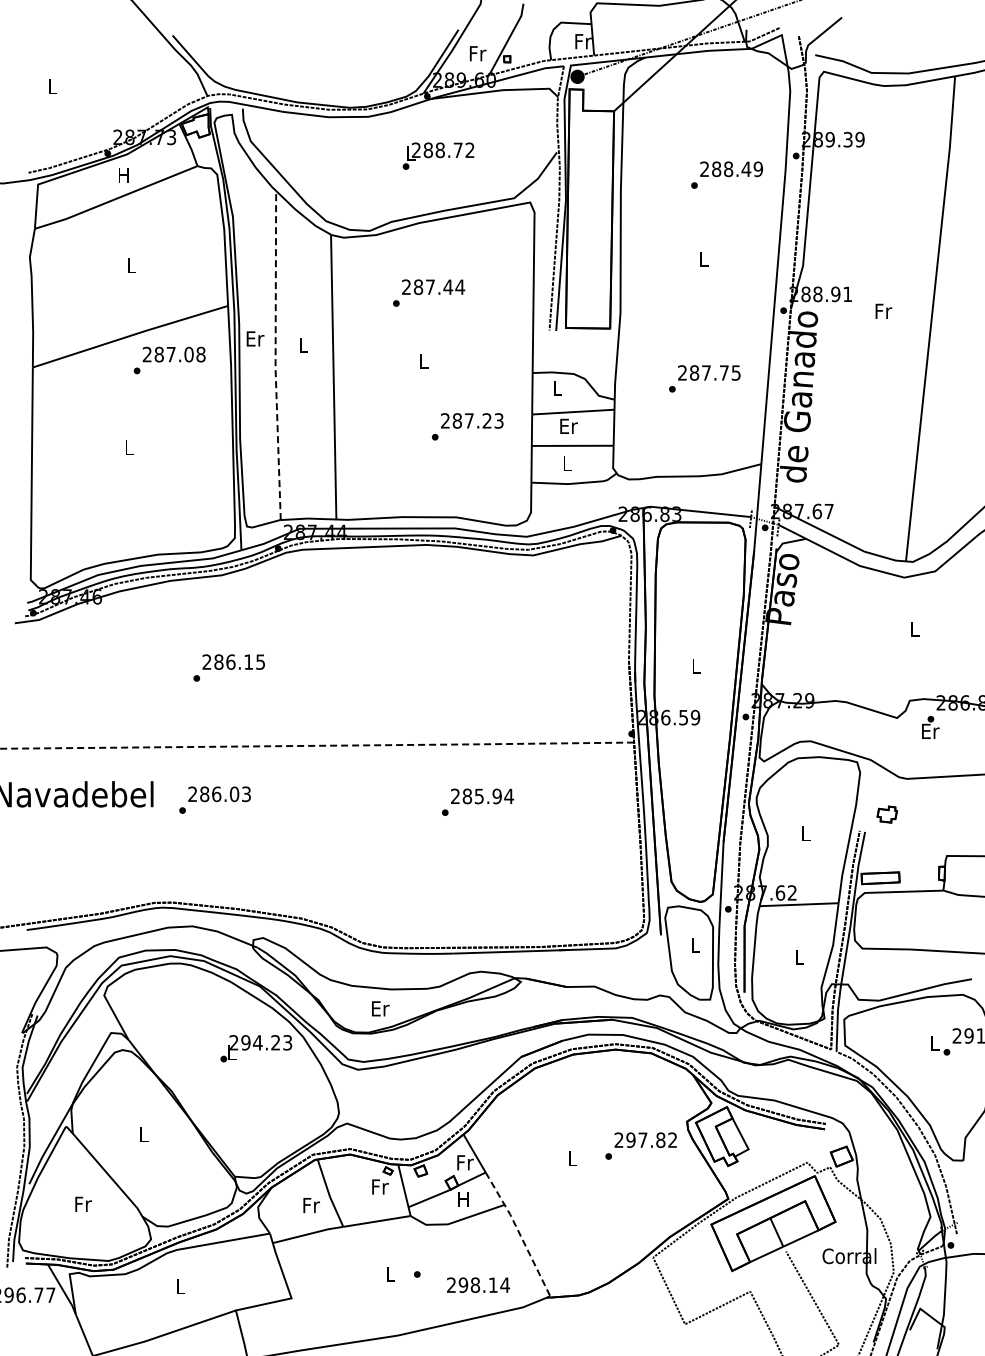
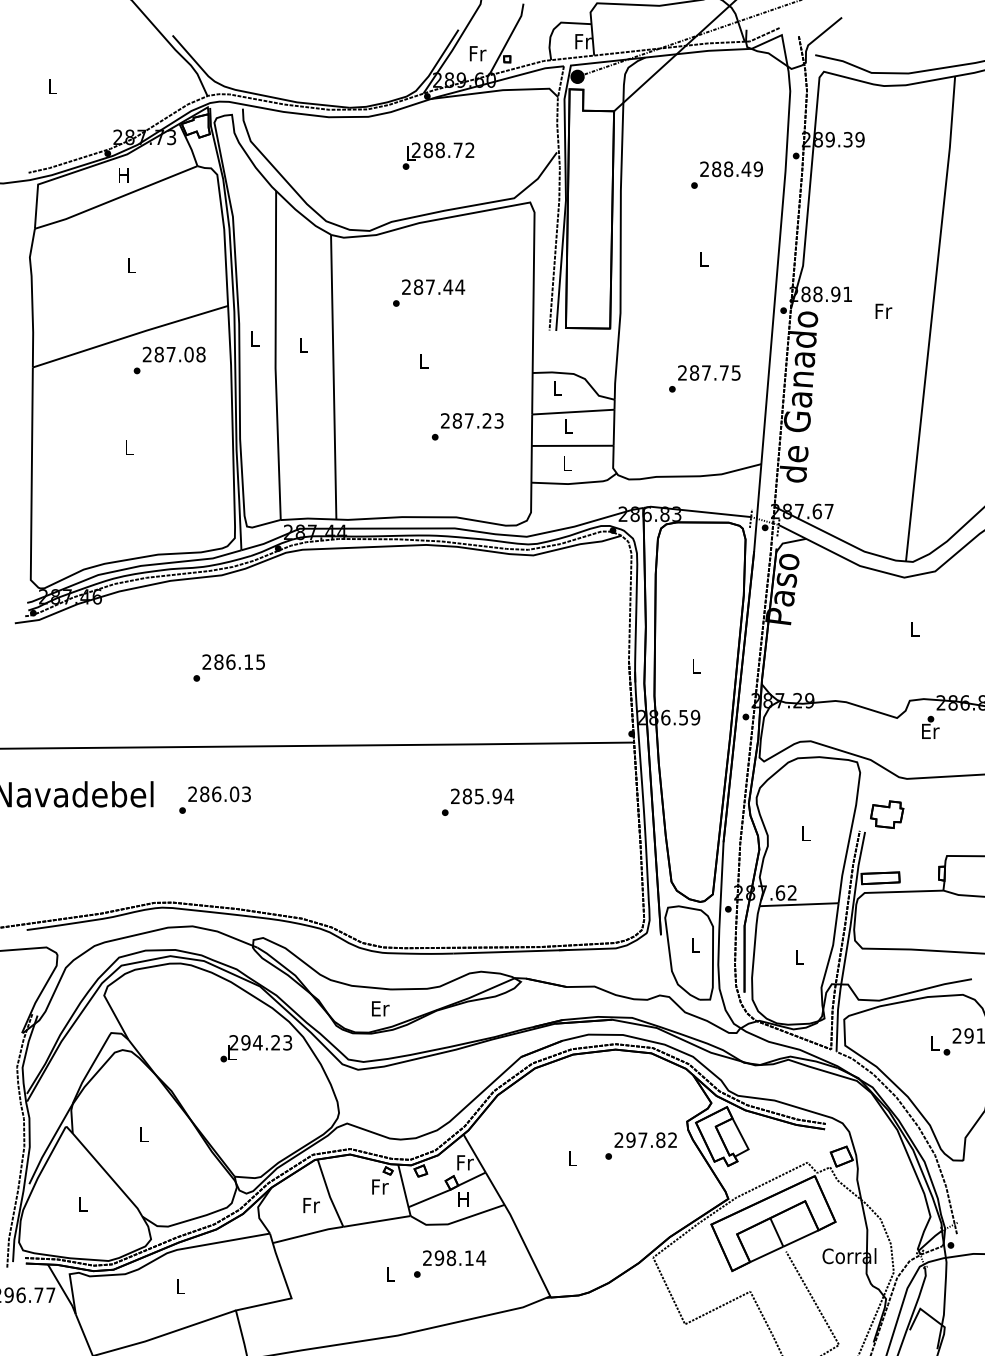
text at (255, 338): Er -> L
line at (275, 355): dashed -> solid
text at (568, 425): Er -> L
line at (317, 745): dashed -> solid
part at (886, 814) size: 22x19 px -> 35x29 px
text at (83, 1203): Fr -> L
line at (519, 1234): dashed -> solid
text at (478, 1284) position: (478, 1284) -> (454, 1257)
